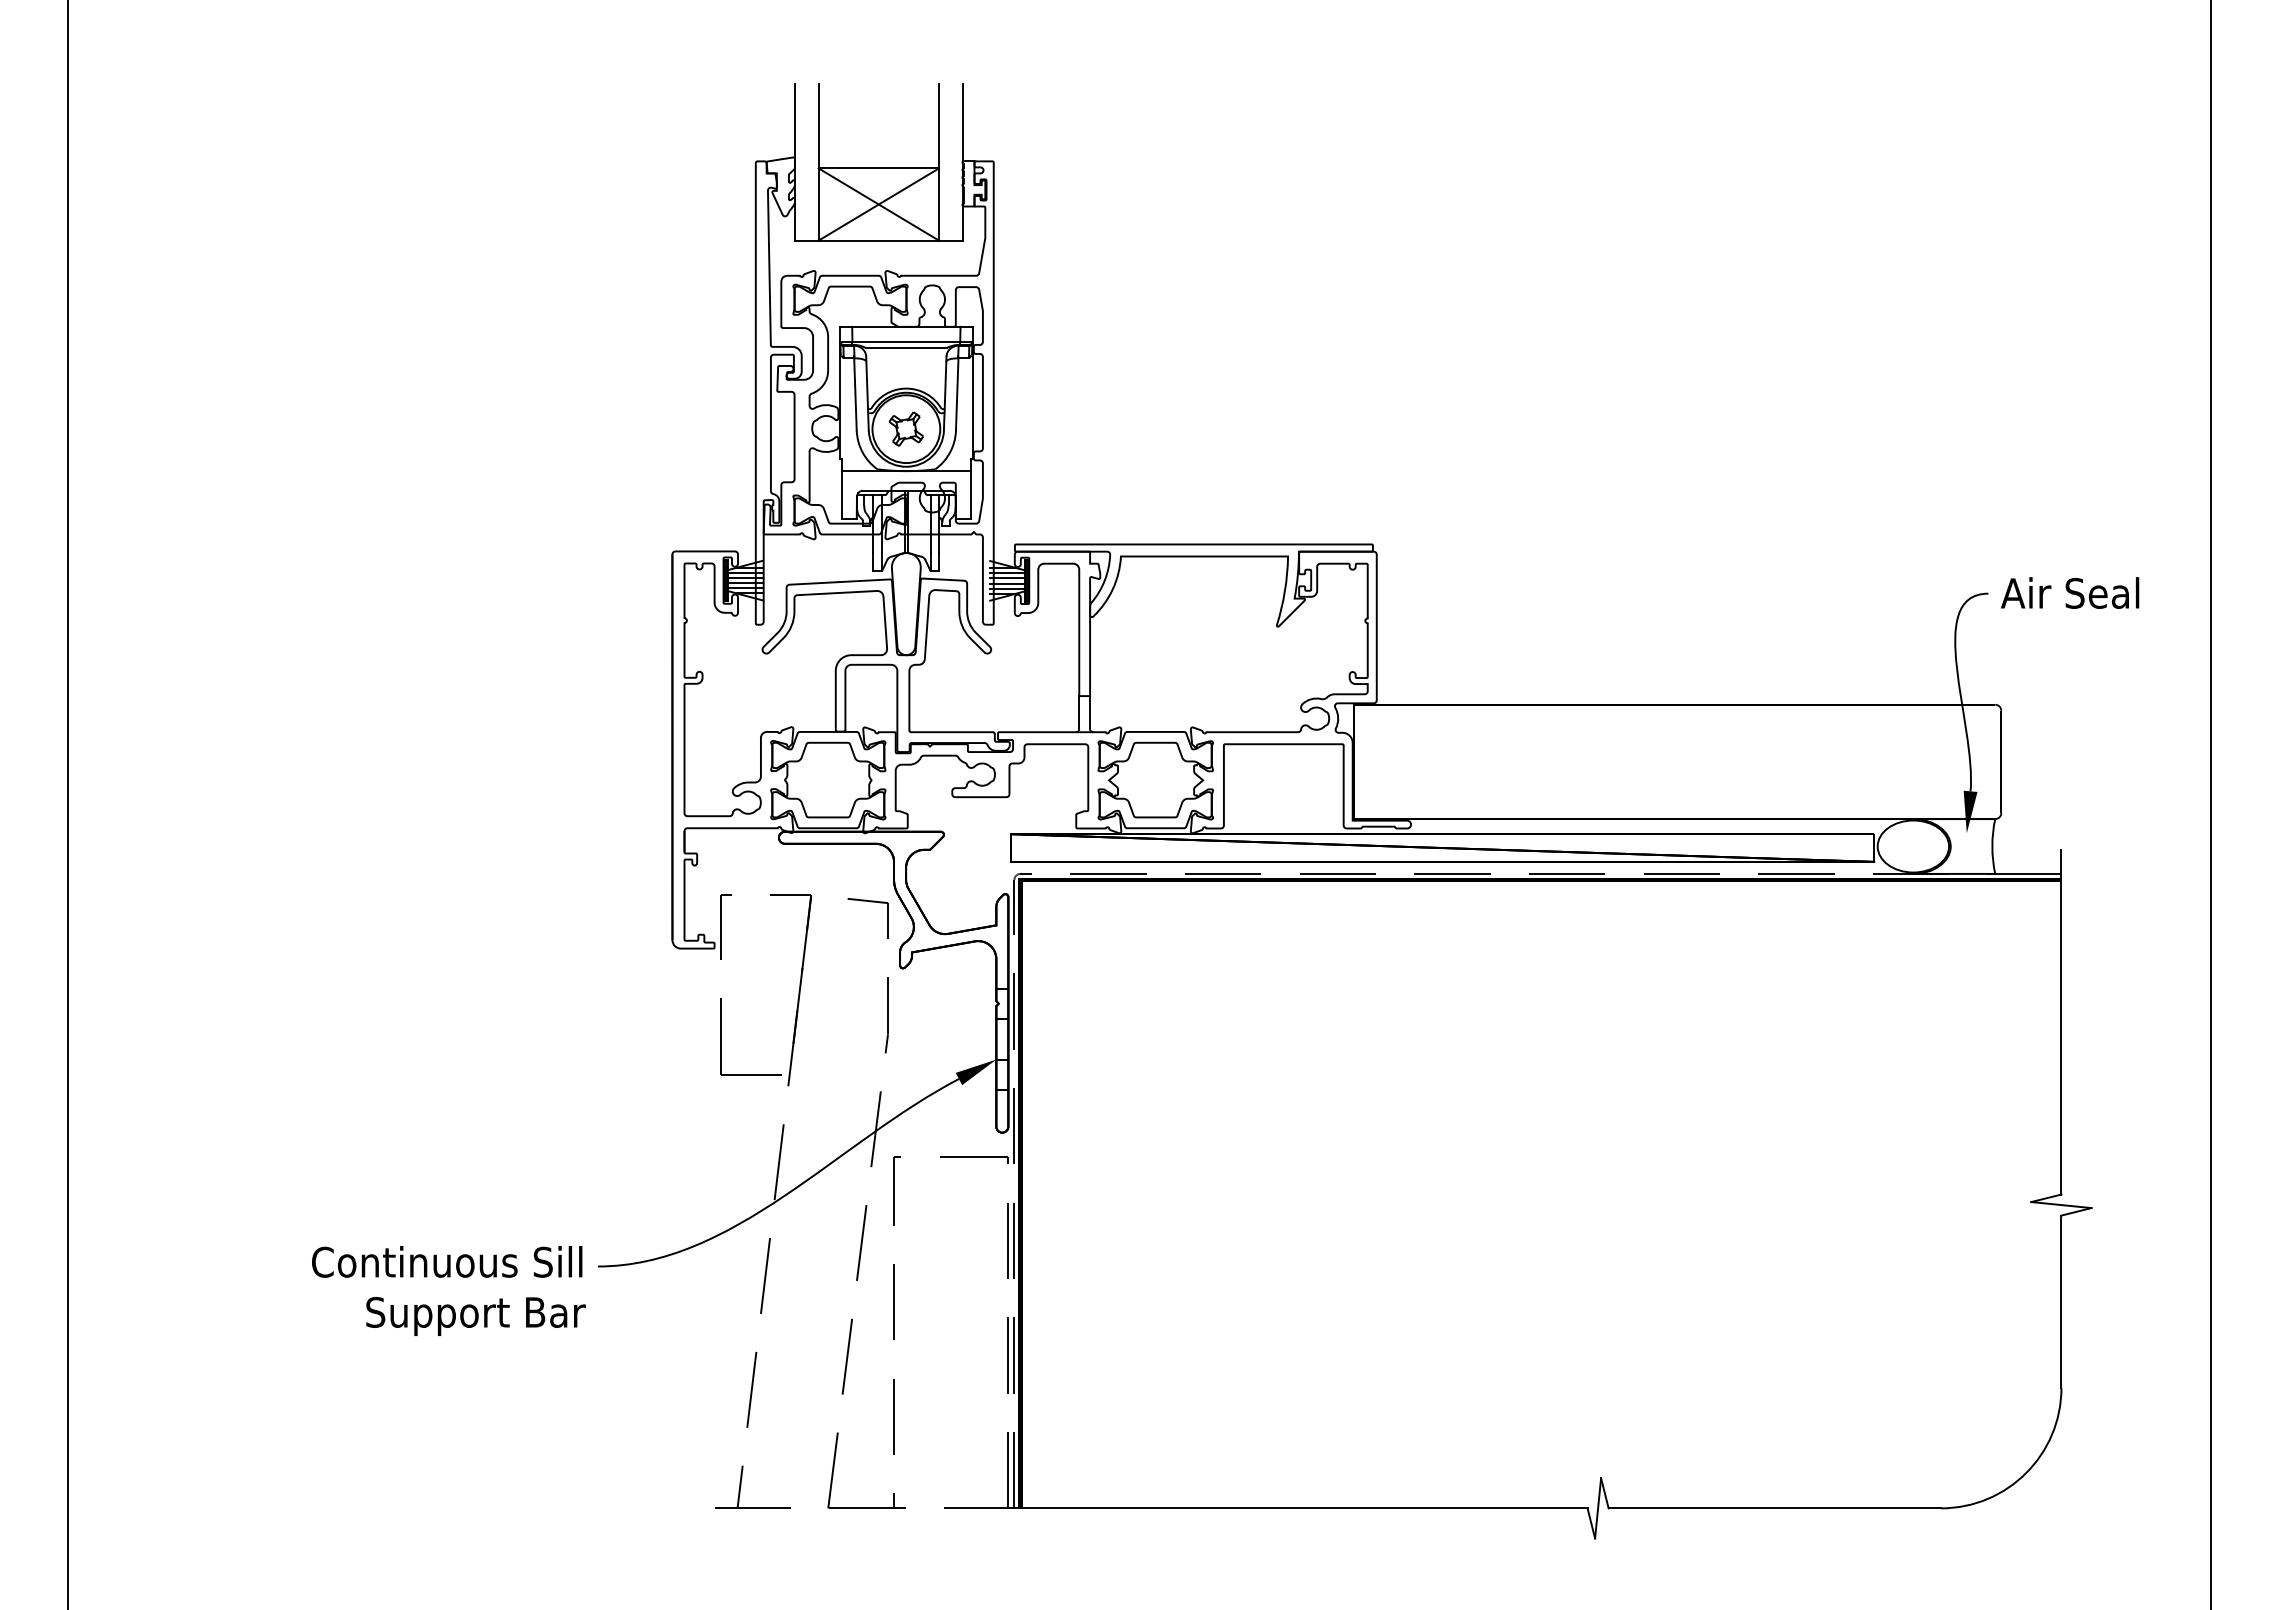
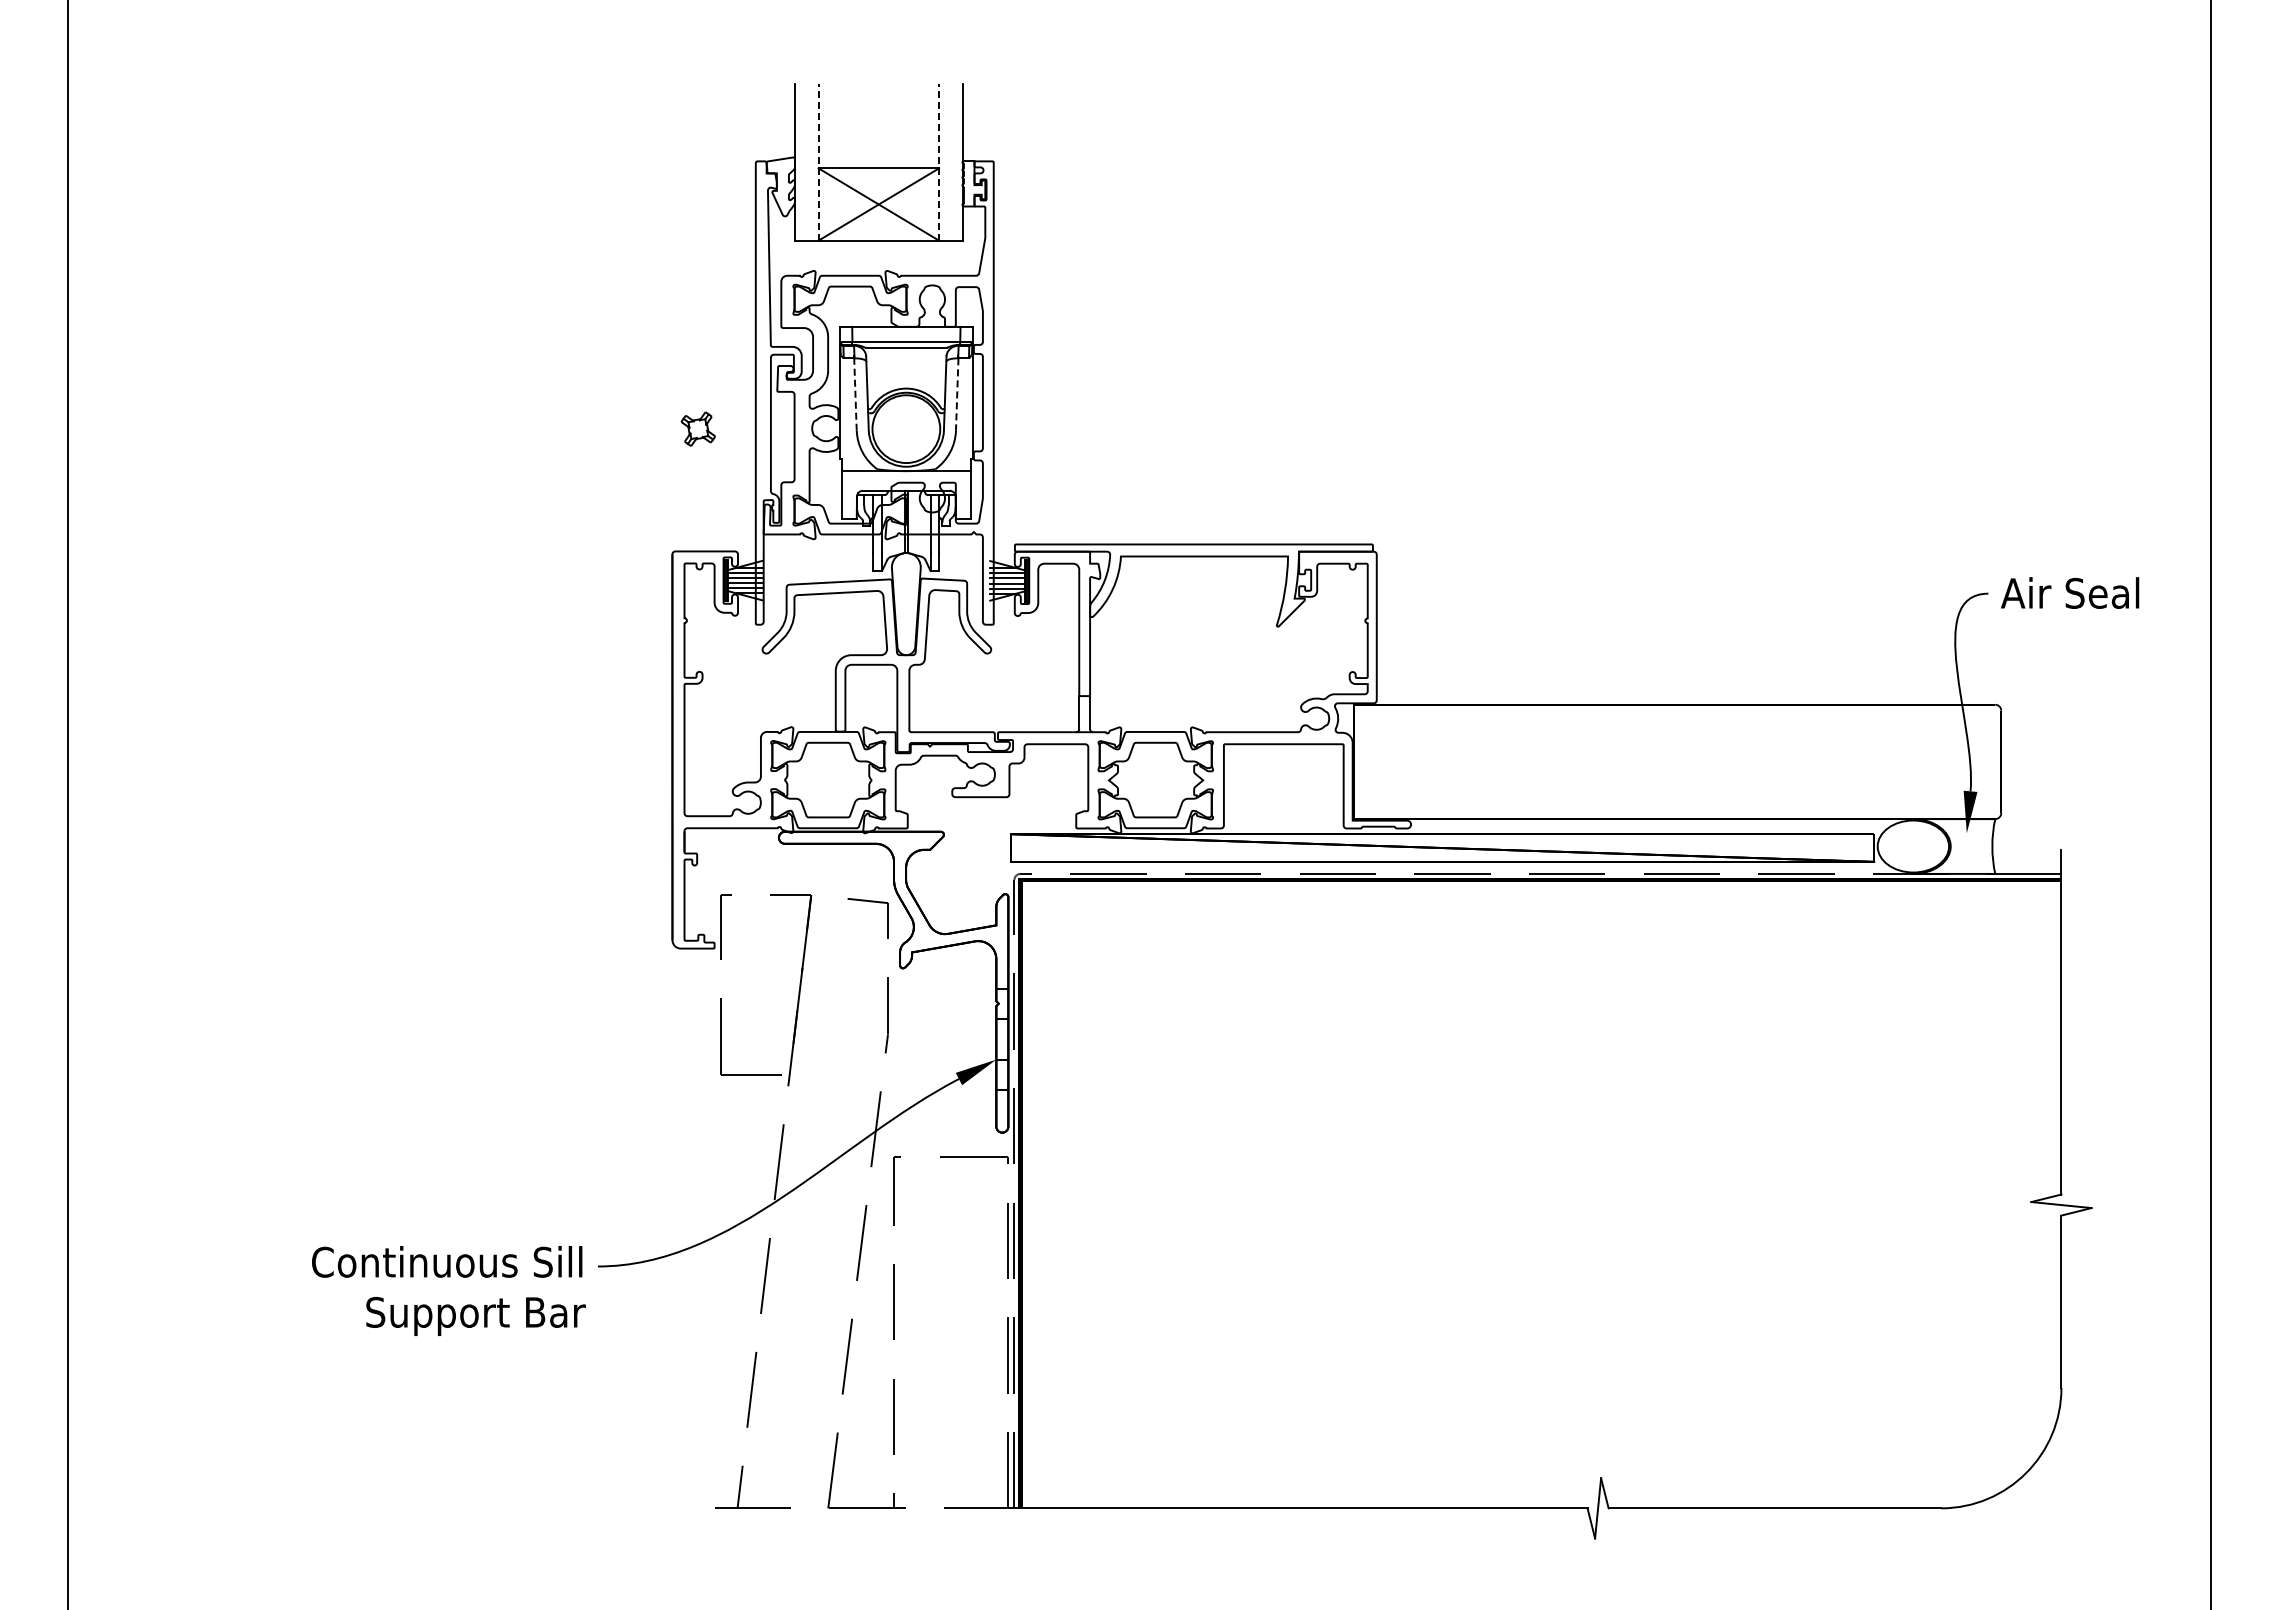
line at (818, 161): solid -> dashed
line at (938, 161): solid -> dashed
line at (855, 394): solid -> dashed
line at (957, 395): solid -> dashed
part at (905, 428) position: (905, 428) -> (697, 428)
